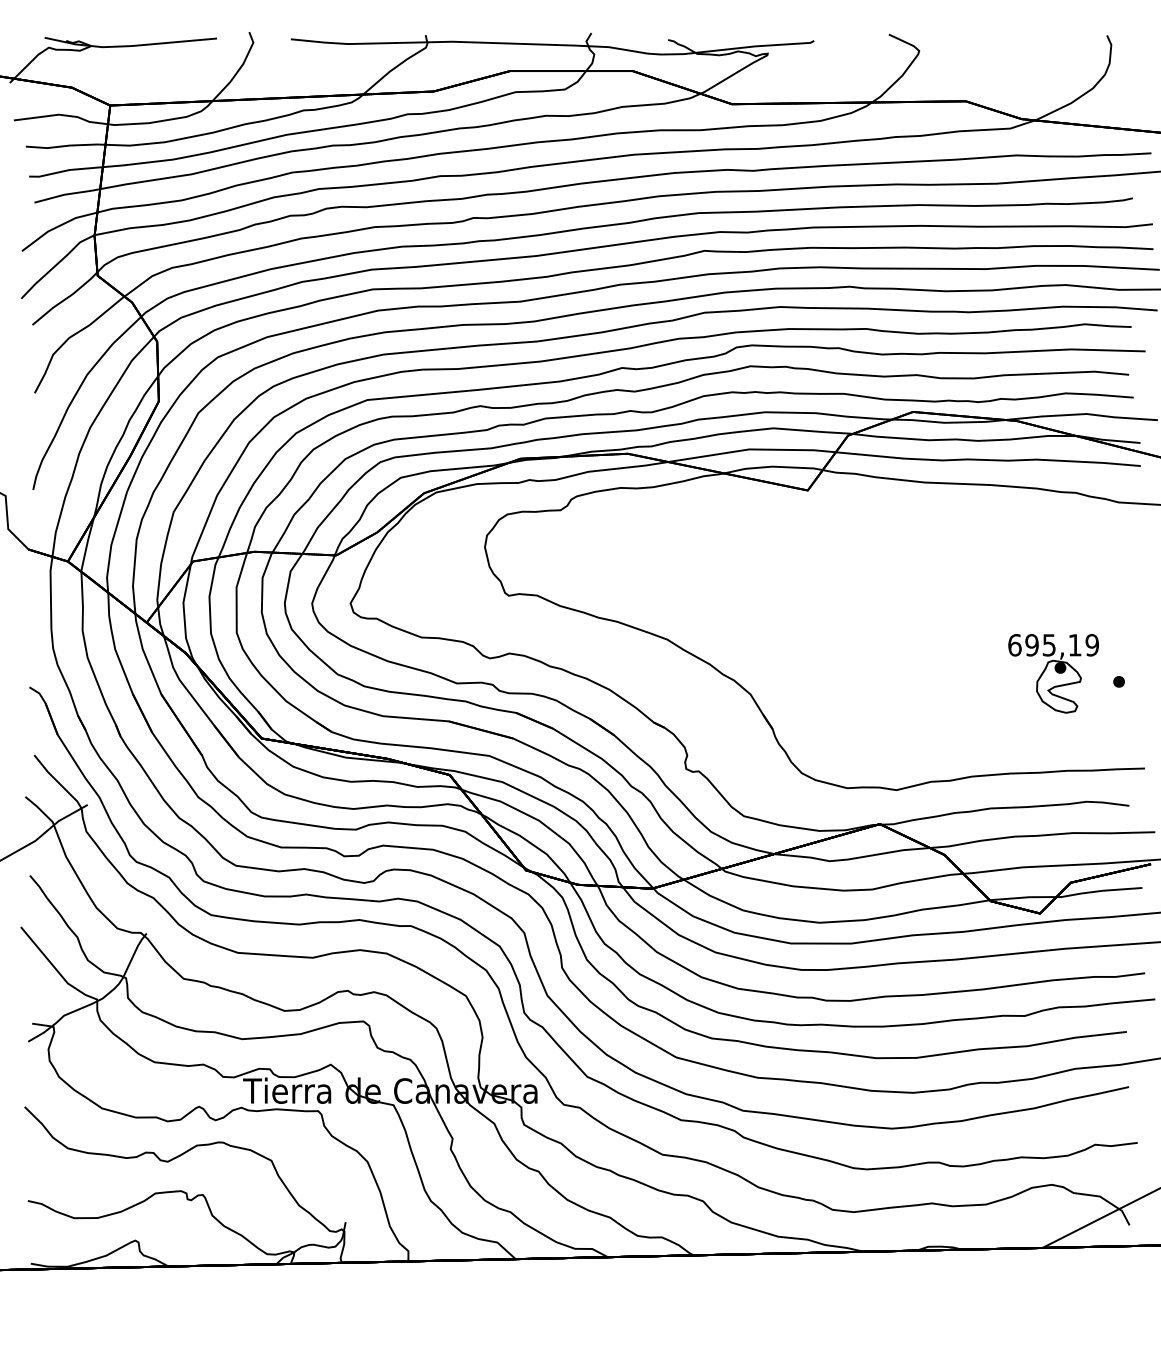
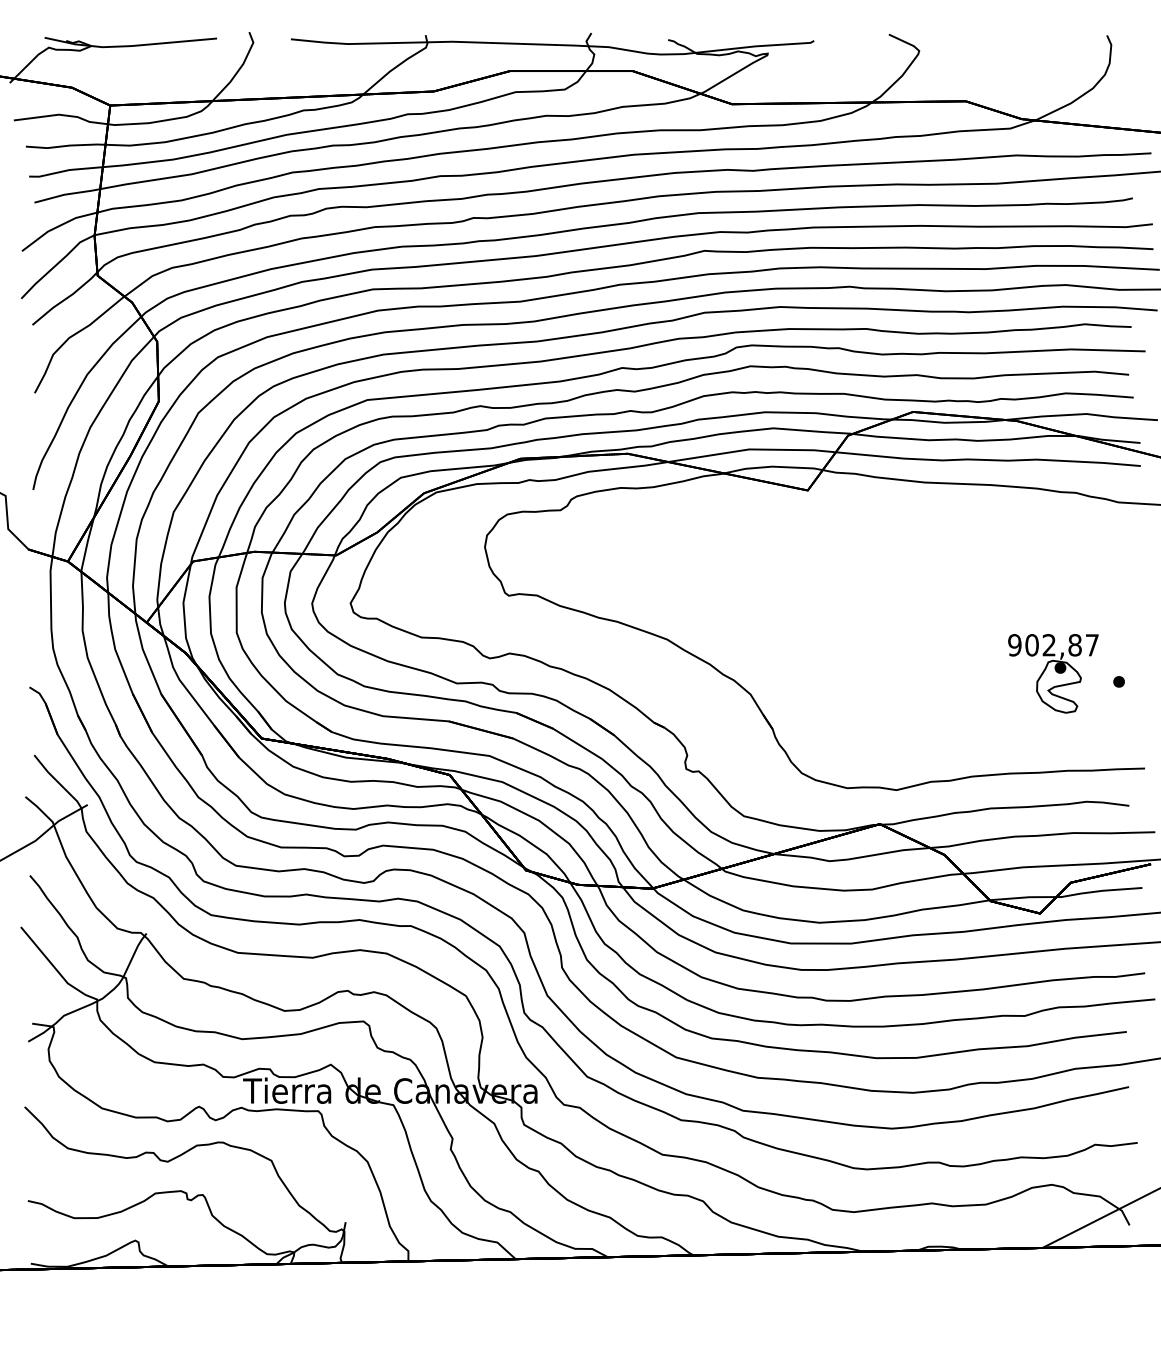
text at (1053, 645): 695,19 -> 902,87
